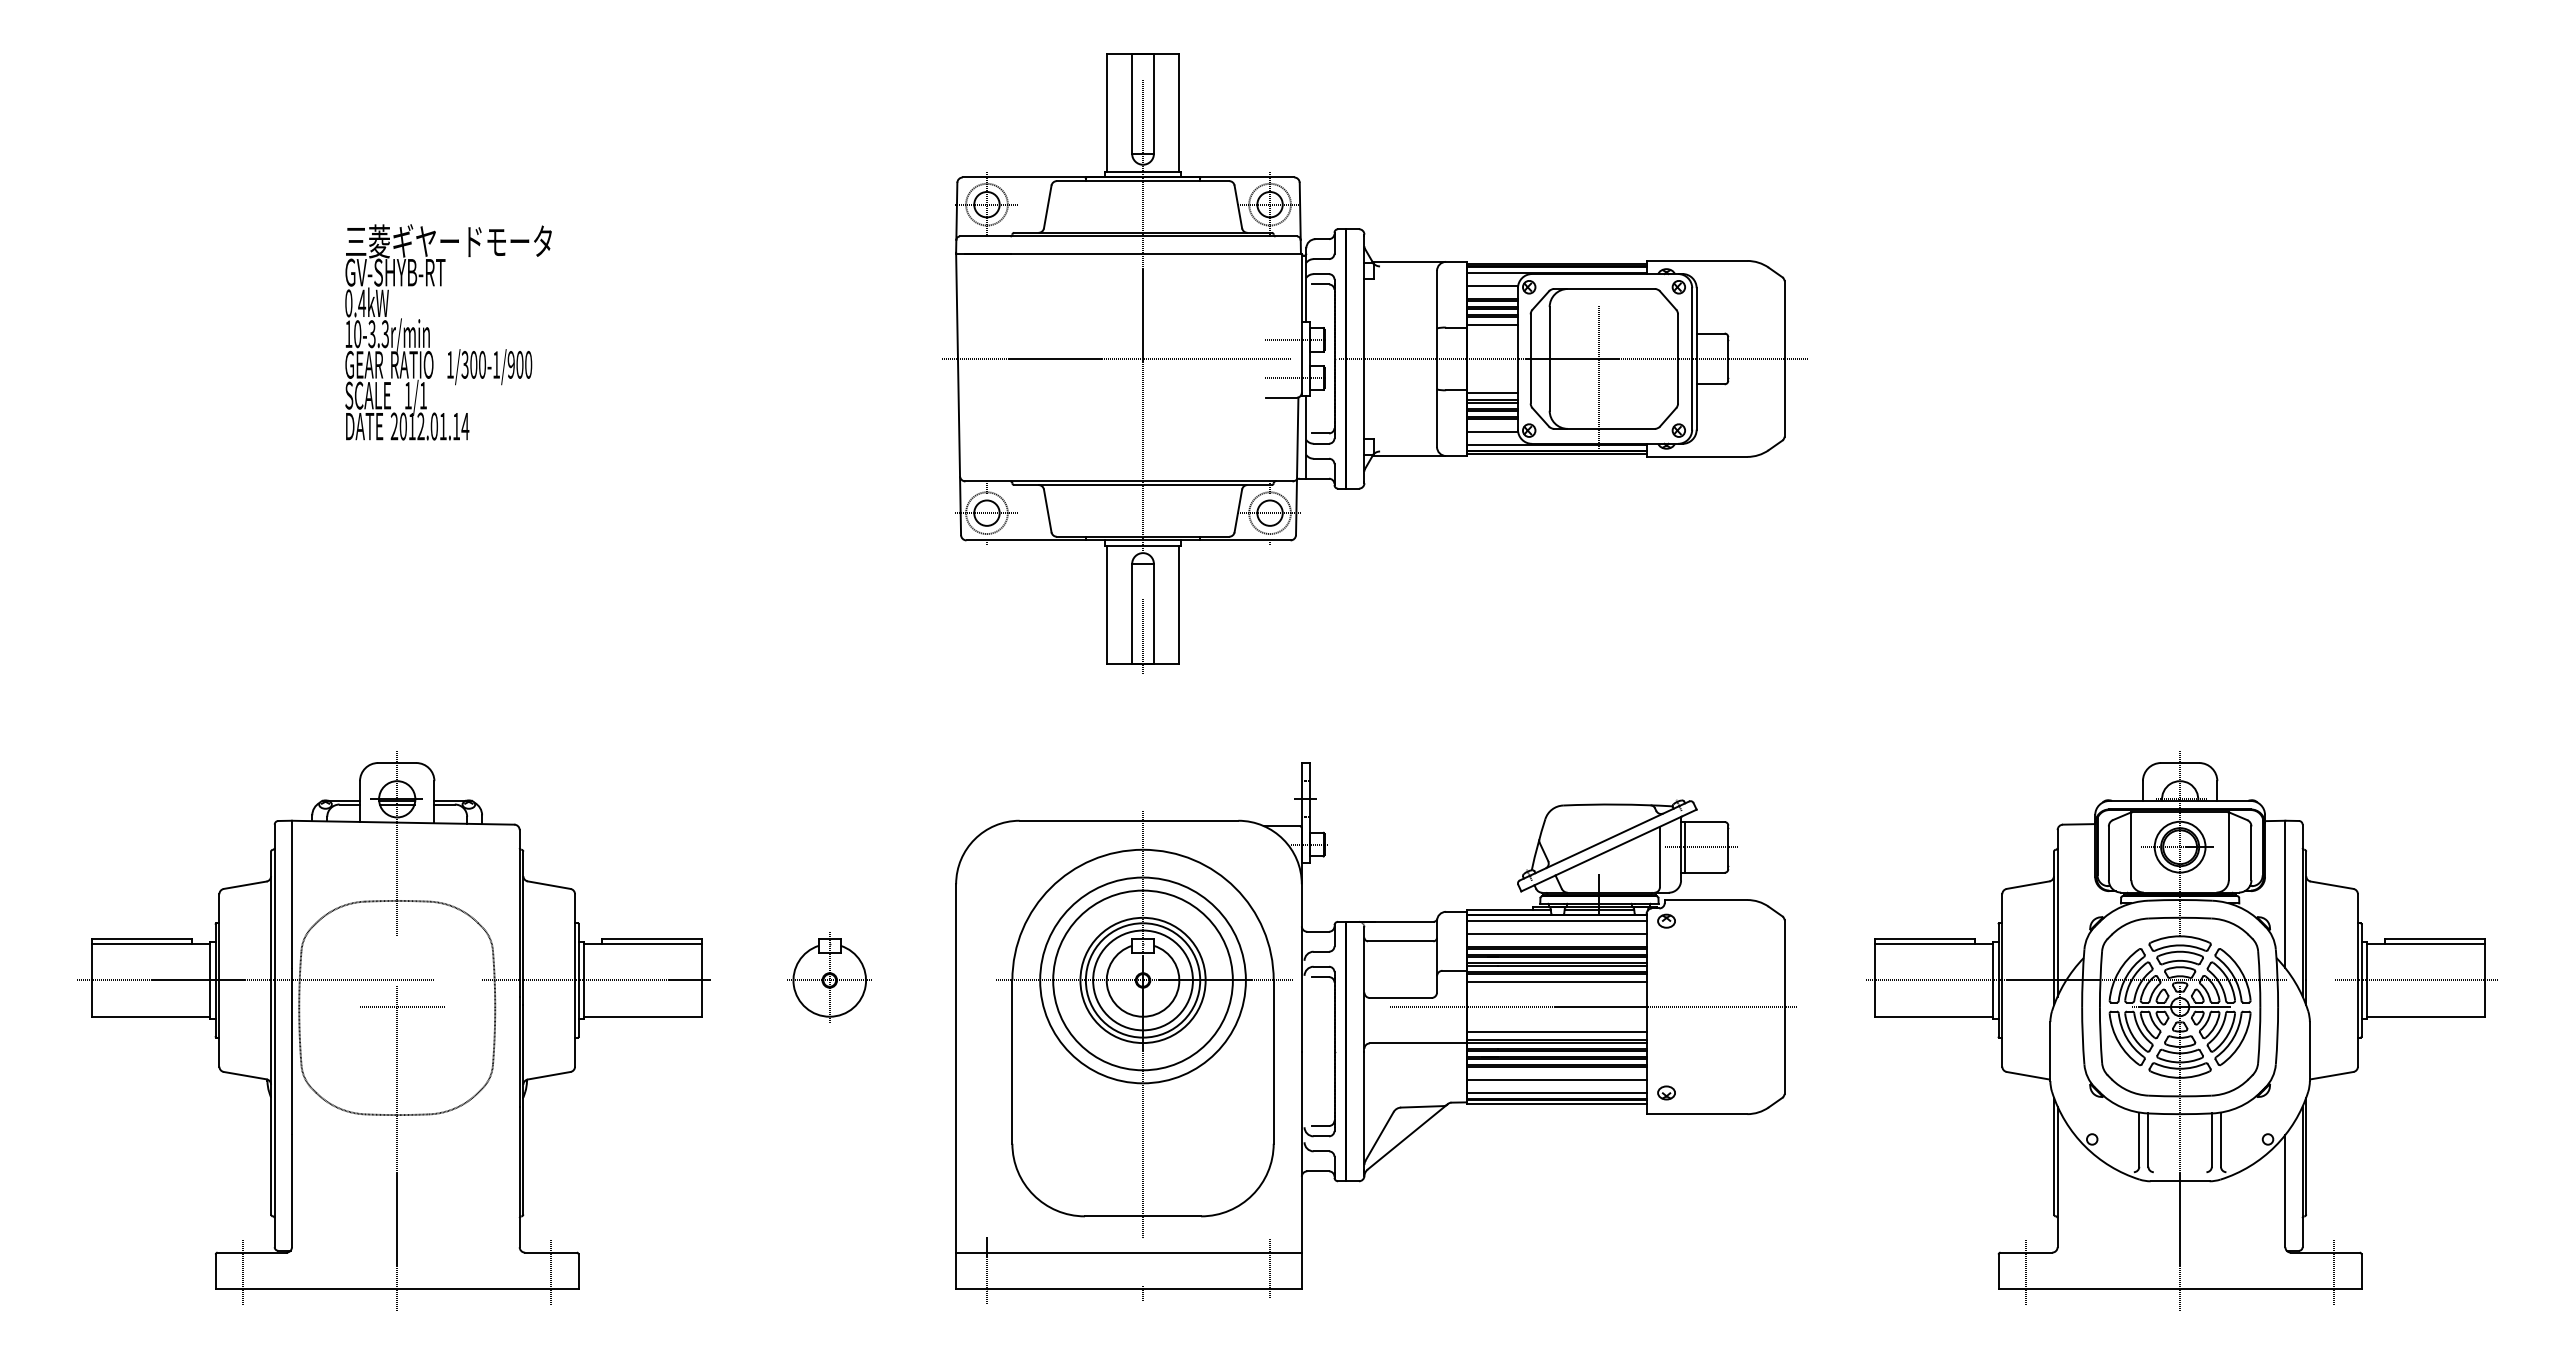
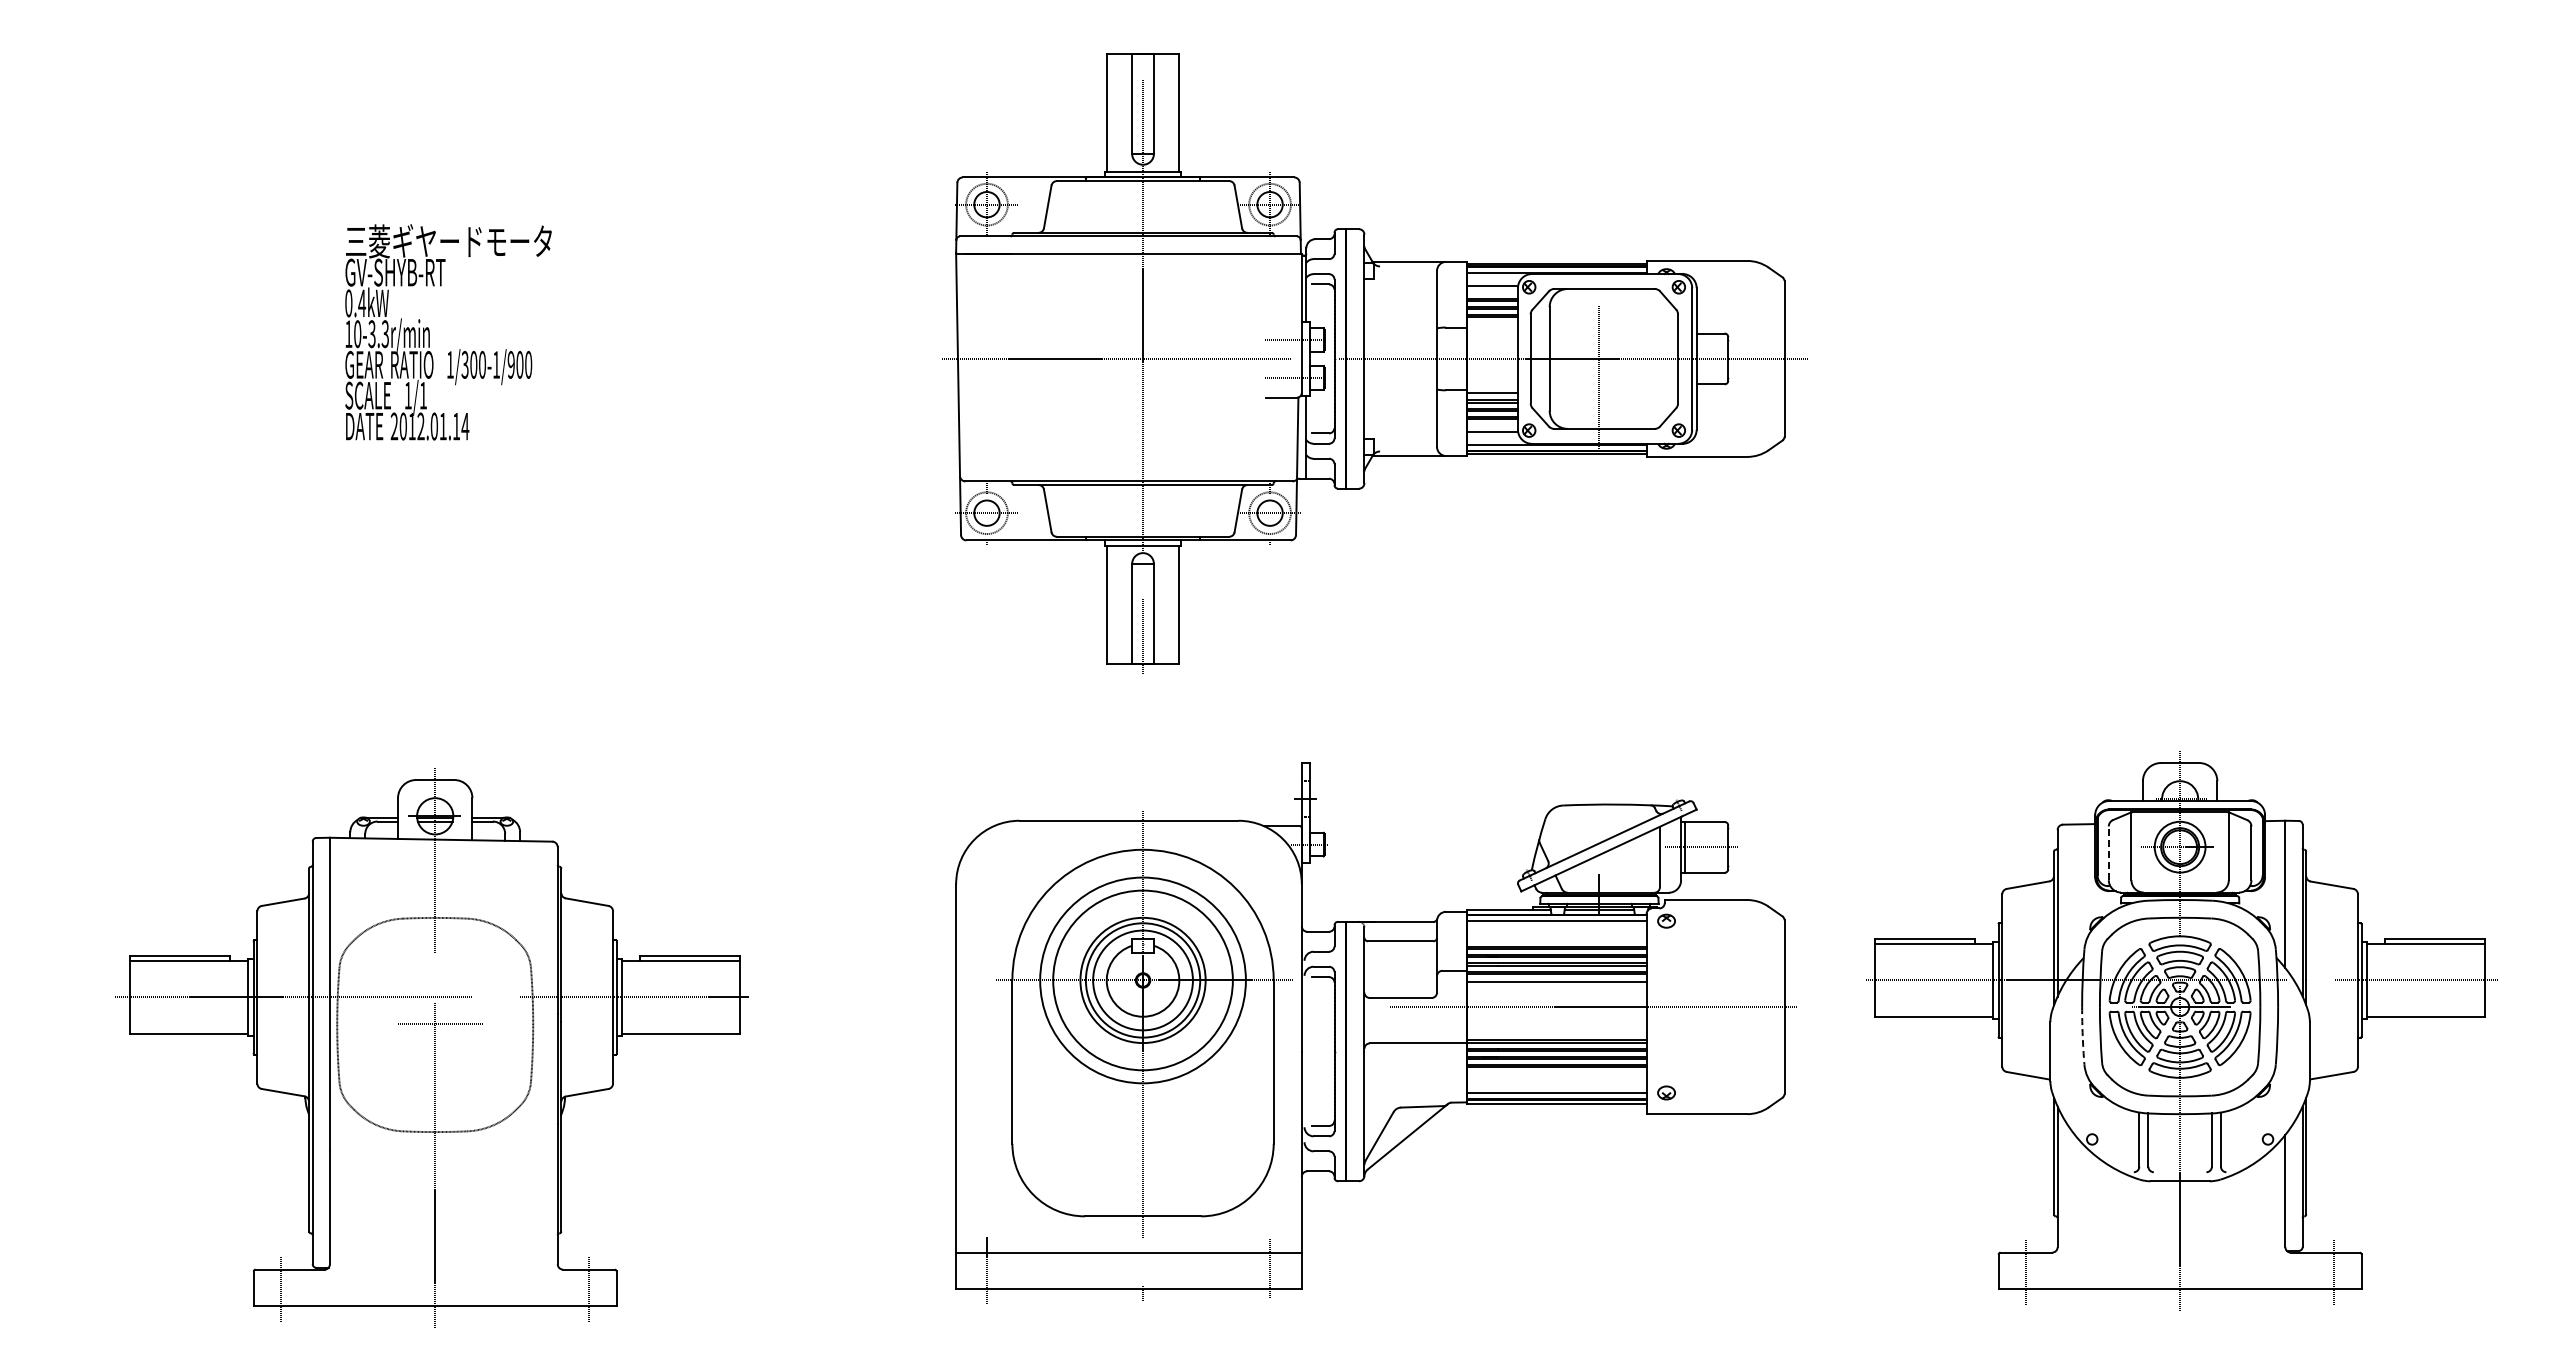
line at (1491, 324): present -> none
line at (2108, 853): solid -> dashed
line at (1556, 933): present -> none
part at (829, 977): present -> none
part at (393, 1030) position: (393, 1030) -> (431, 1047)
line at (1556, 1032): present -> none
arc at (2082, 1035): solid -> dashed
line at (1556, 1080): present -> none
